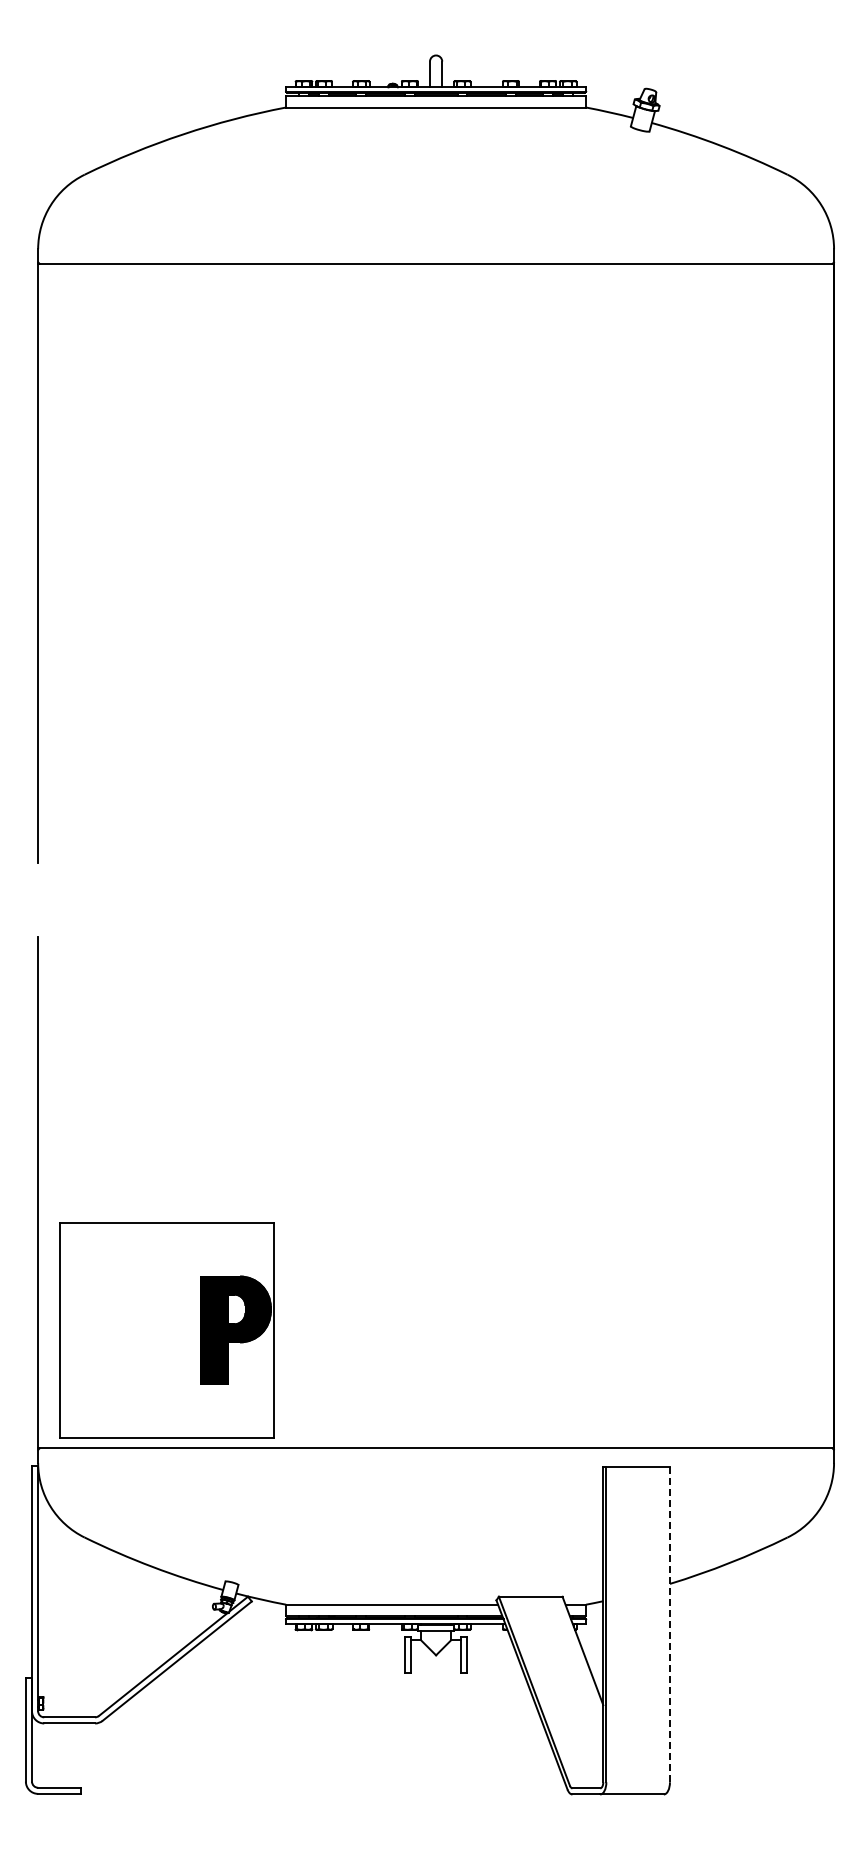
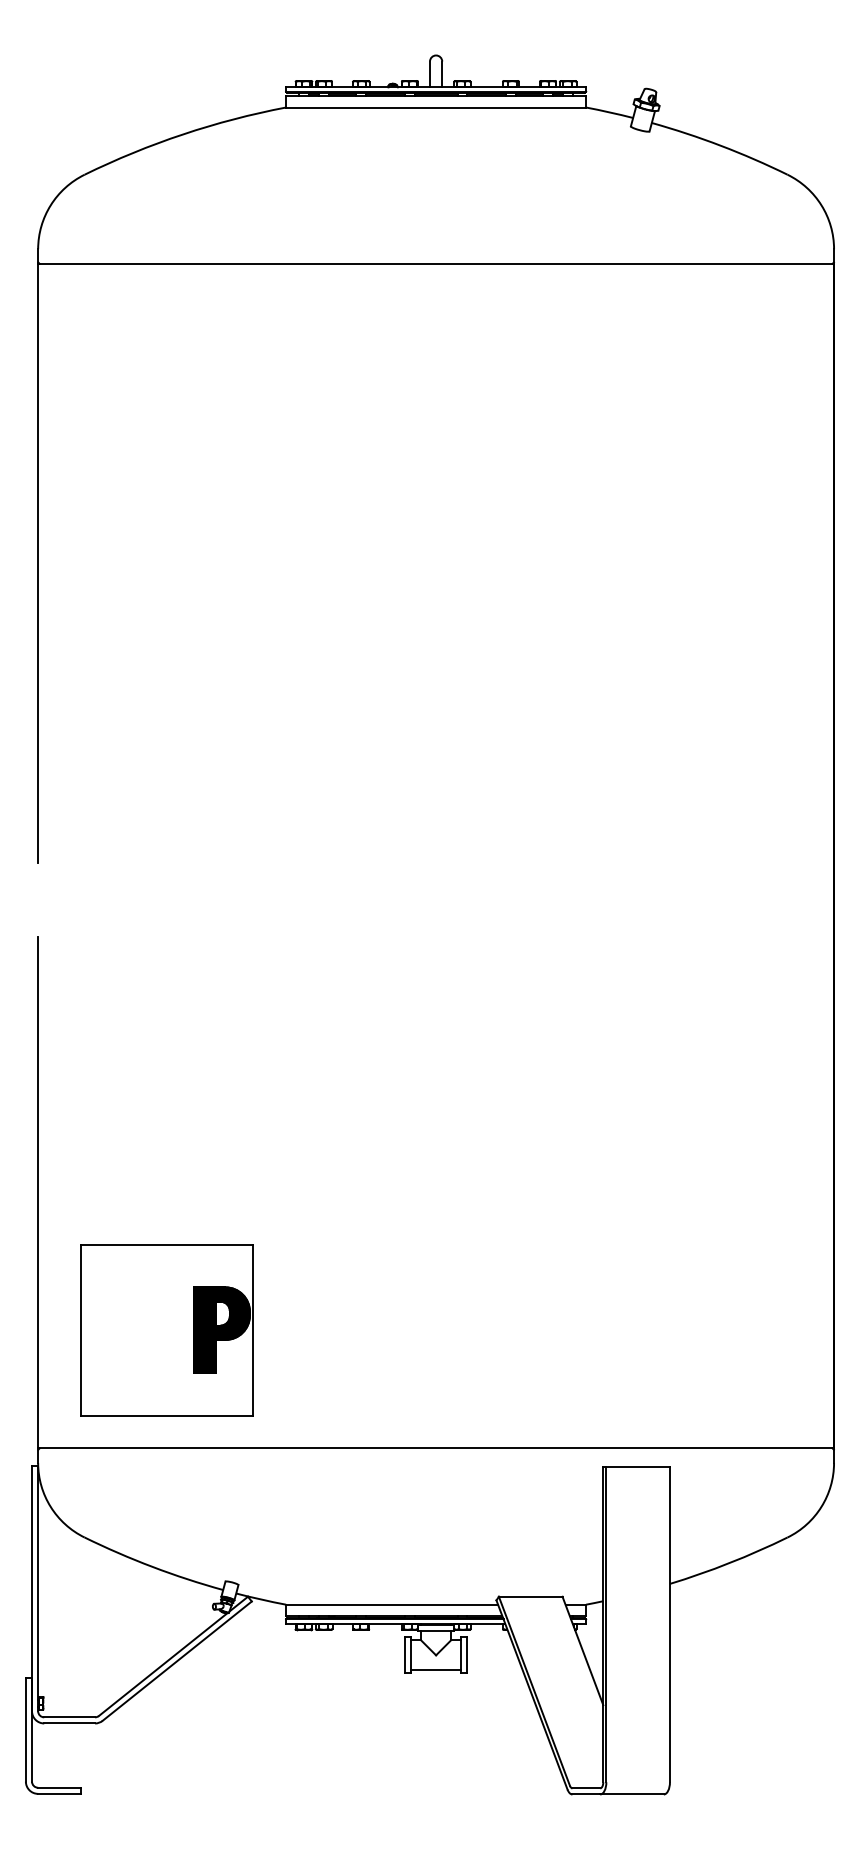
part at (166, 1330) size: 216x217 px -> 174x173 px
line at (669, 1624): dashed -> solid
line at (435, 1670): none -> present
